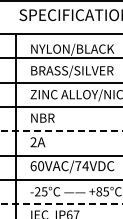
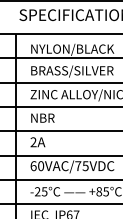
line at (61, 131): dashed -> solid
text at (85, 166): 60VAC/74VDC -> 60VAC/75VDC
line at (61, 204): dashed -> solid
